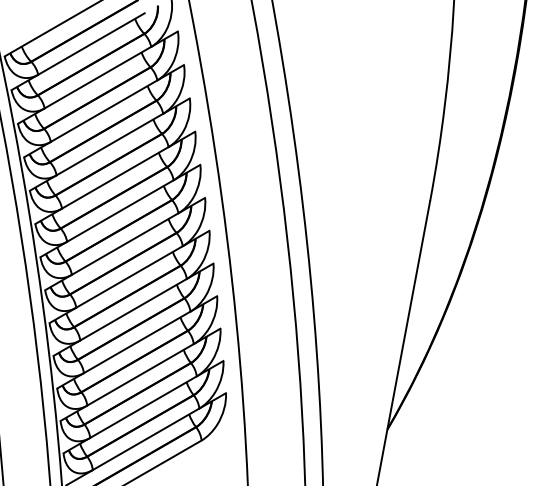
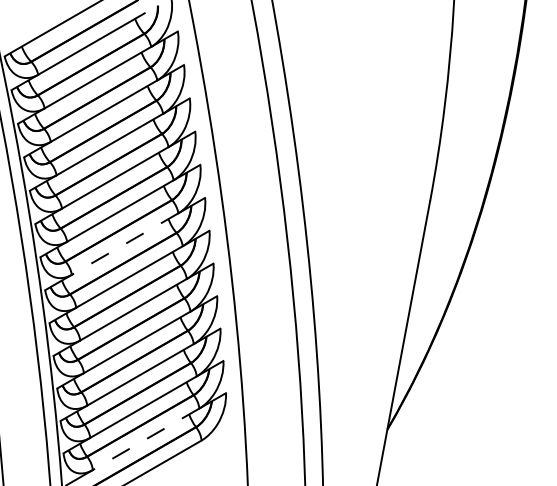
line at (124, 244): solid -> dashed
line at (145, 439): solid -> dashed
